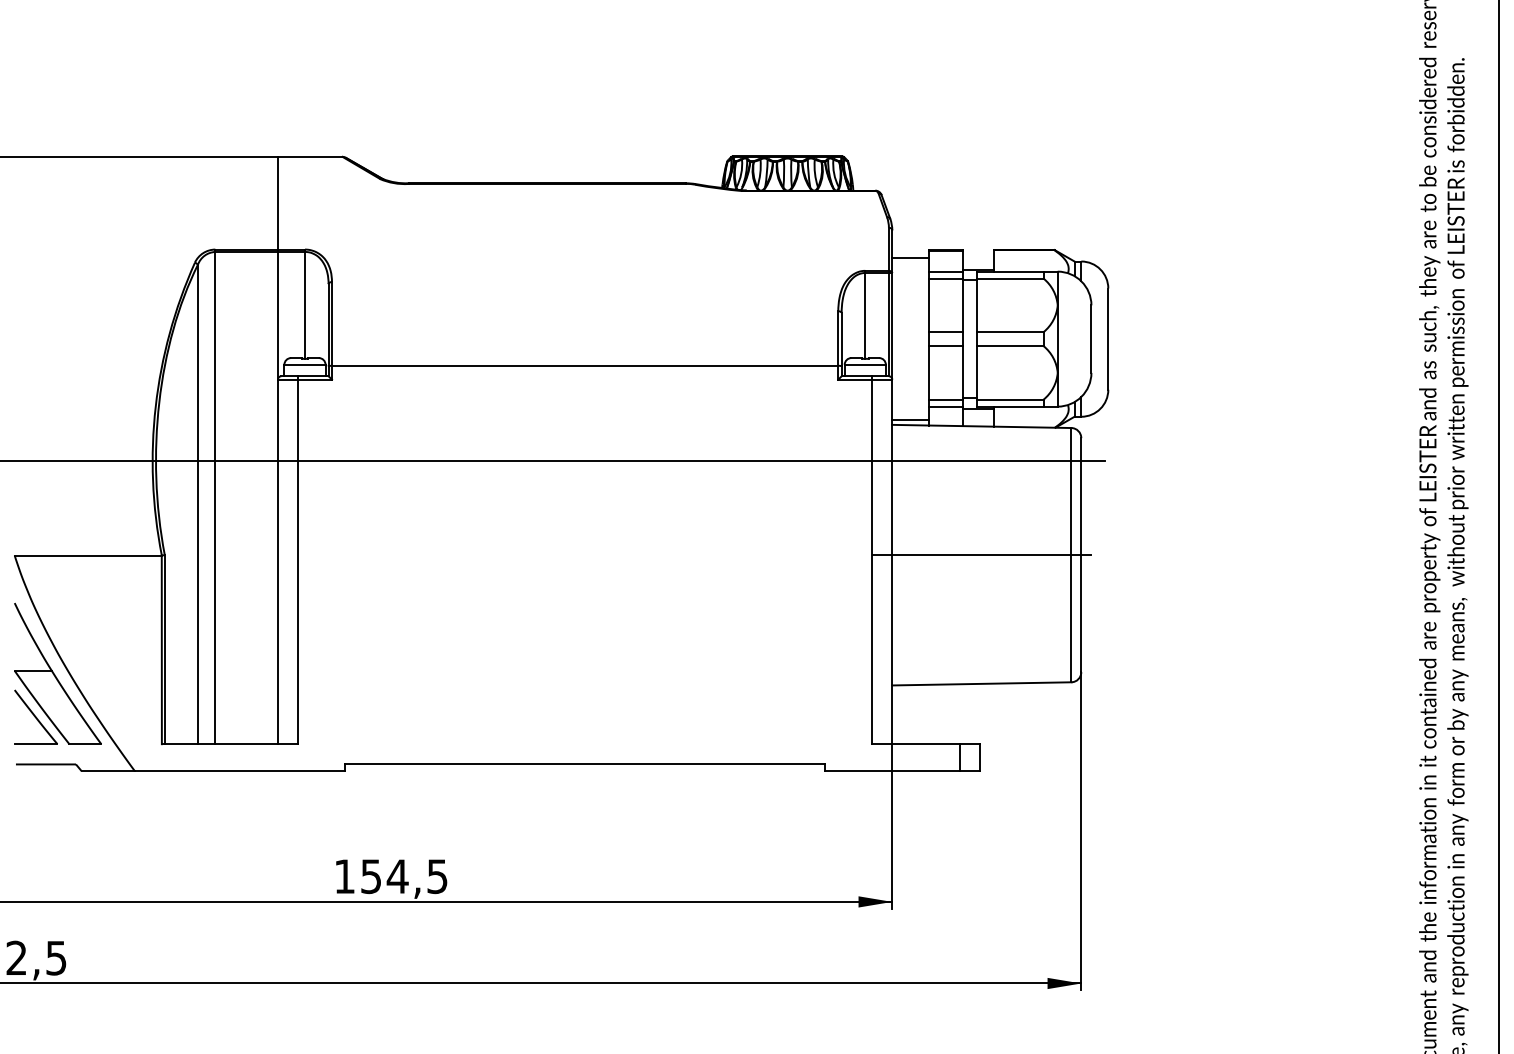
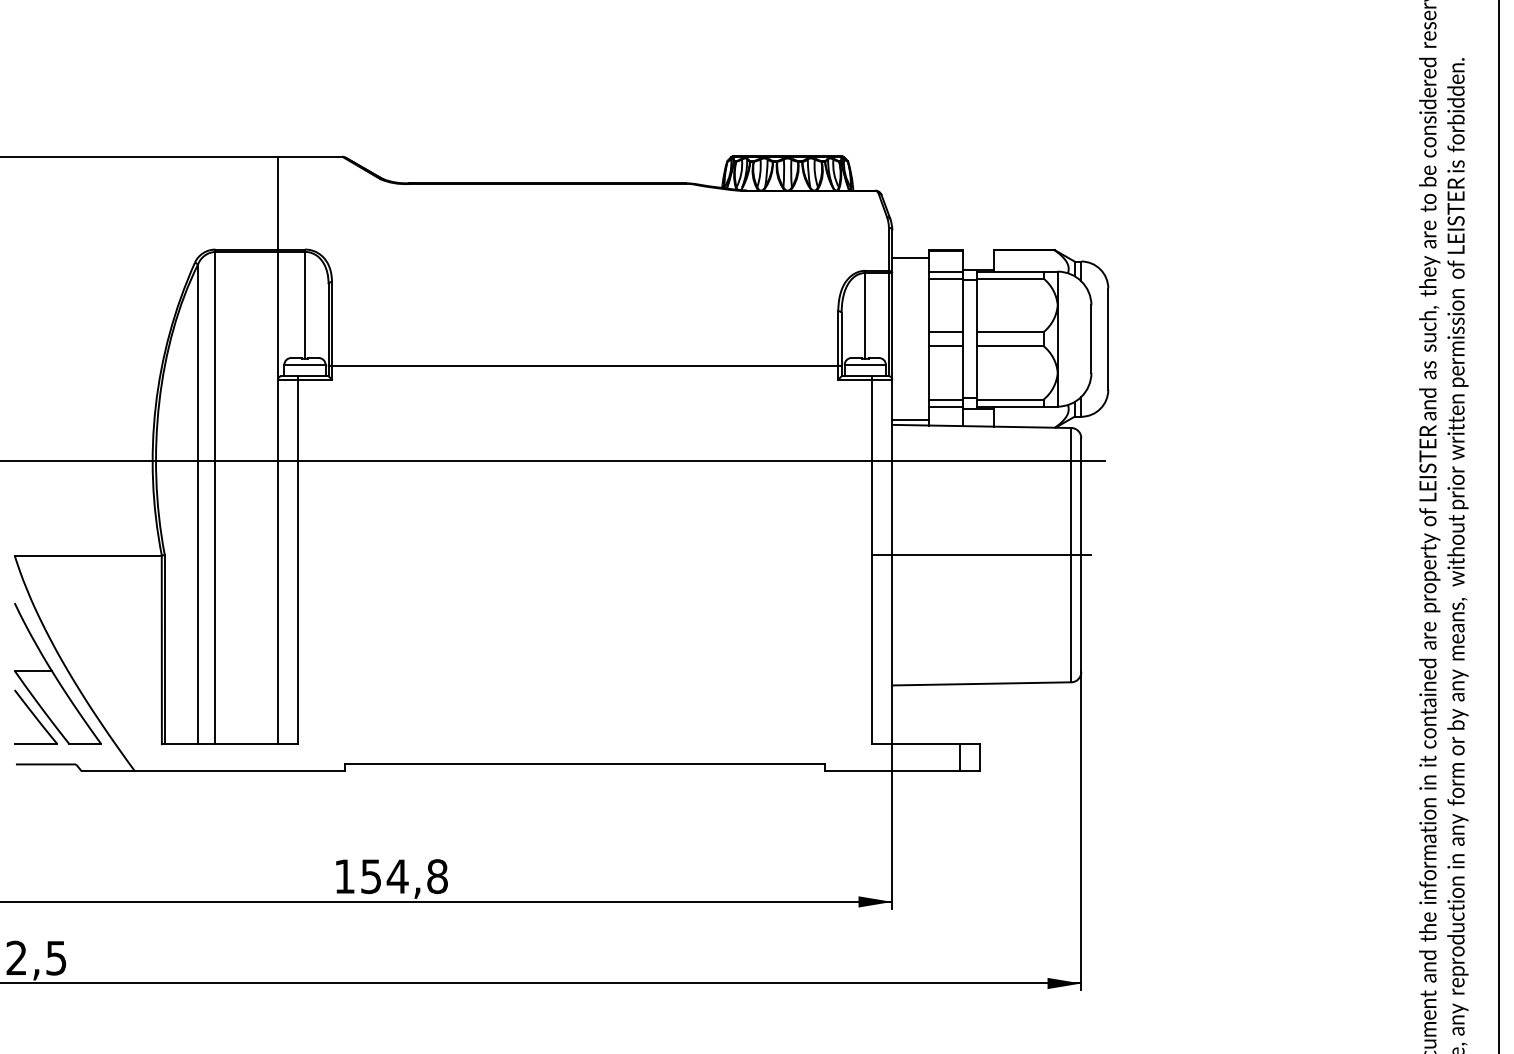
text at (437, 876): 154,5 -> 154,8
